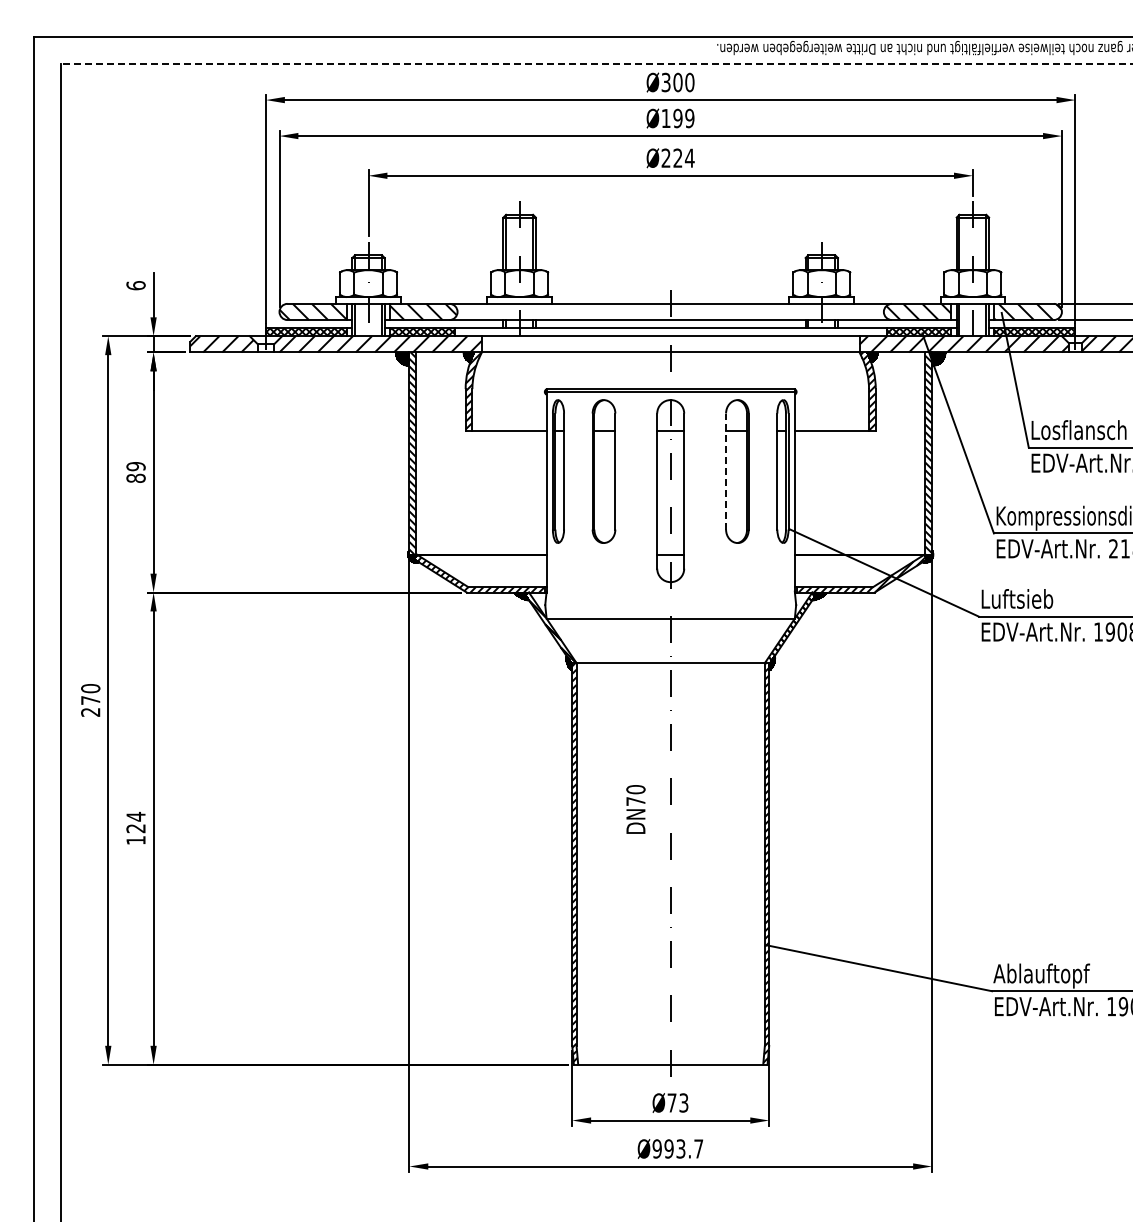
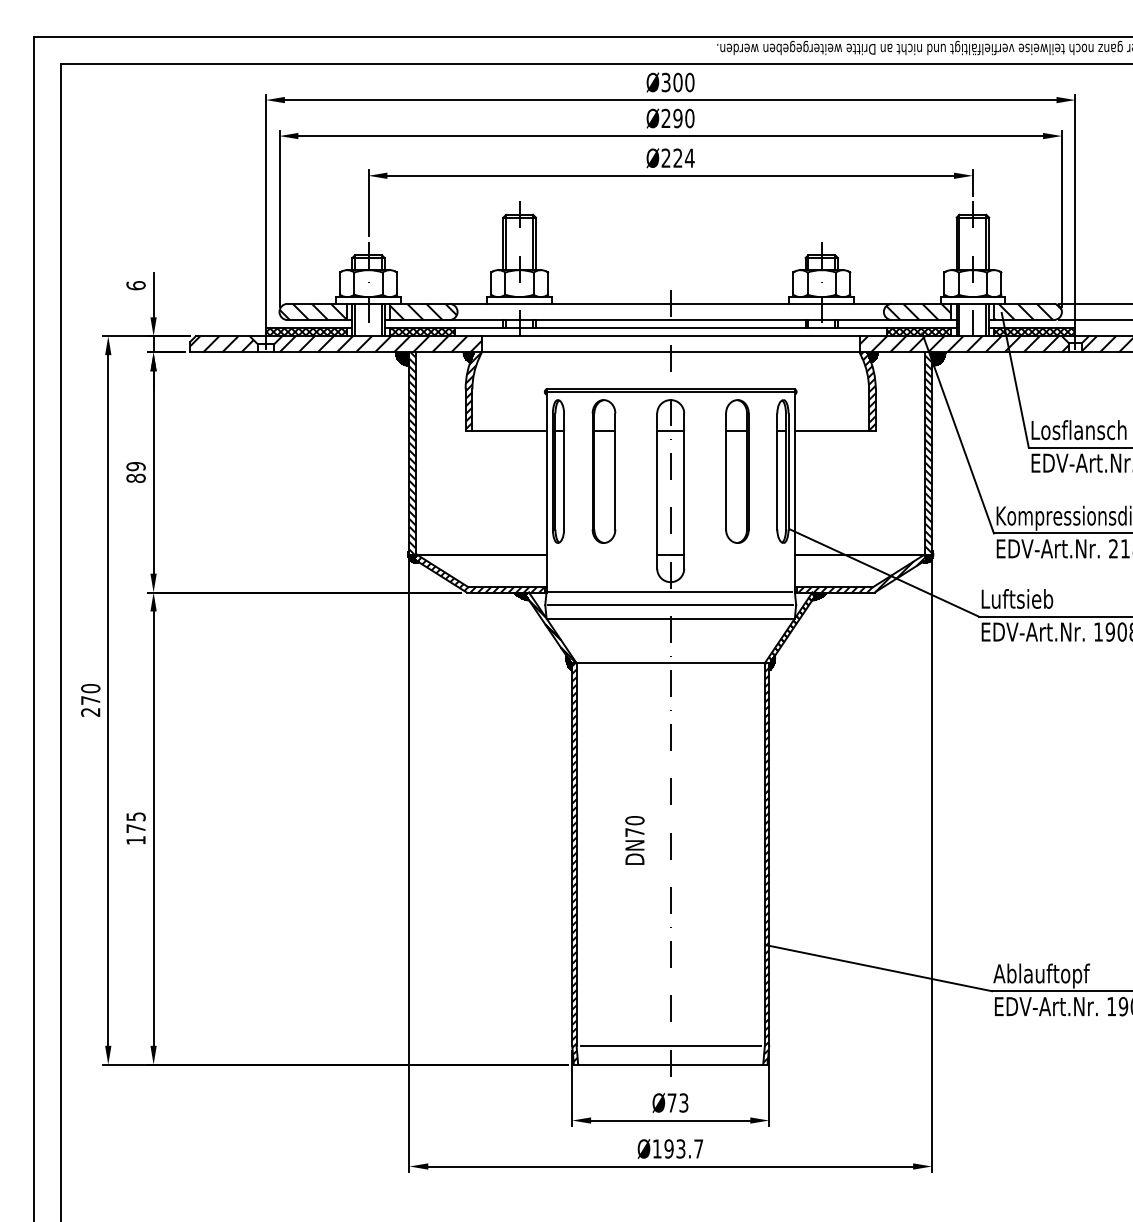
line at (596, 63): dashed -> solid
text at (677, 118): Ø199 -> Ø290
line at (726, 471): dashed -> solid
line at (670, 591): none -> present
line at (670, 605): none -> present
text at (635, 809) position: (635, 809) -> (634, 840)
text at (135, 822): 124 -> 175
line at (670, 1045): none -> present
text at (656, 1148): Ø993.7 -> Ø193.7
